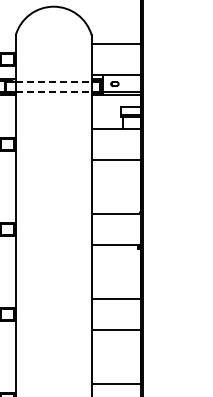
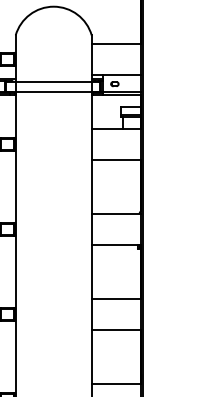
line at (53, 81): dashed -> solid
line at (53, 91): dashed -> solid
